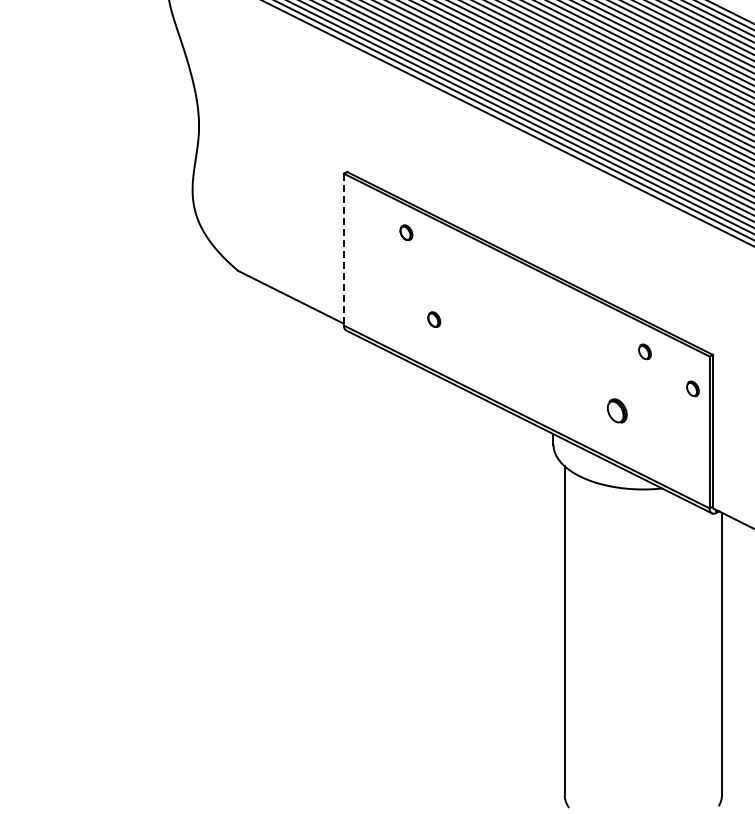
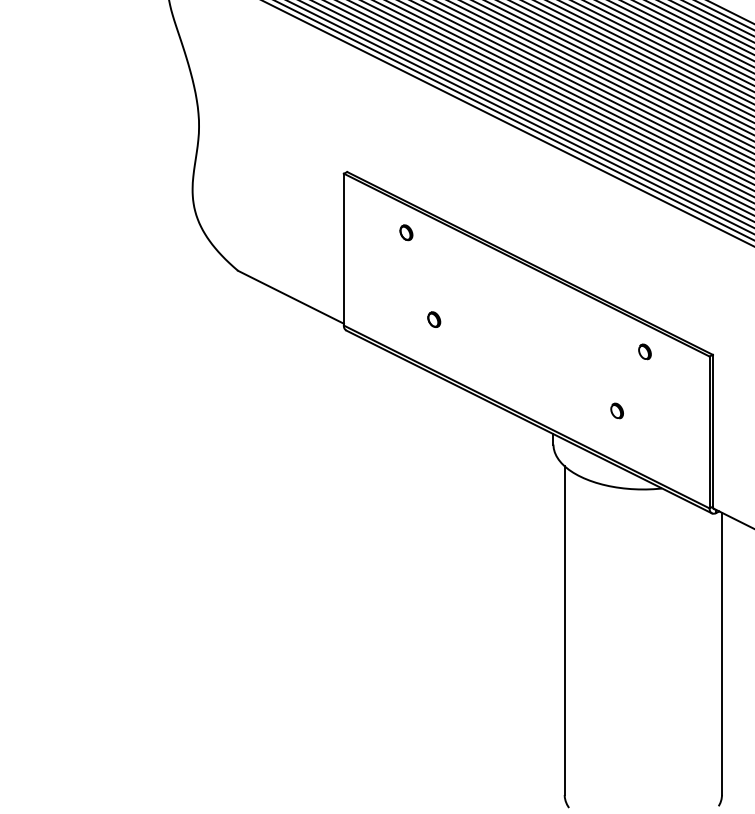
line at (343, 249): dashed -> solid
part at (692, 388): present -> none
part at (616, 410) size: 22x26 px -> 14x18 px
